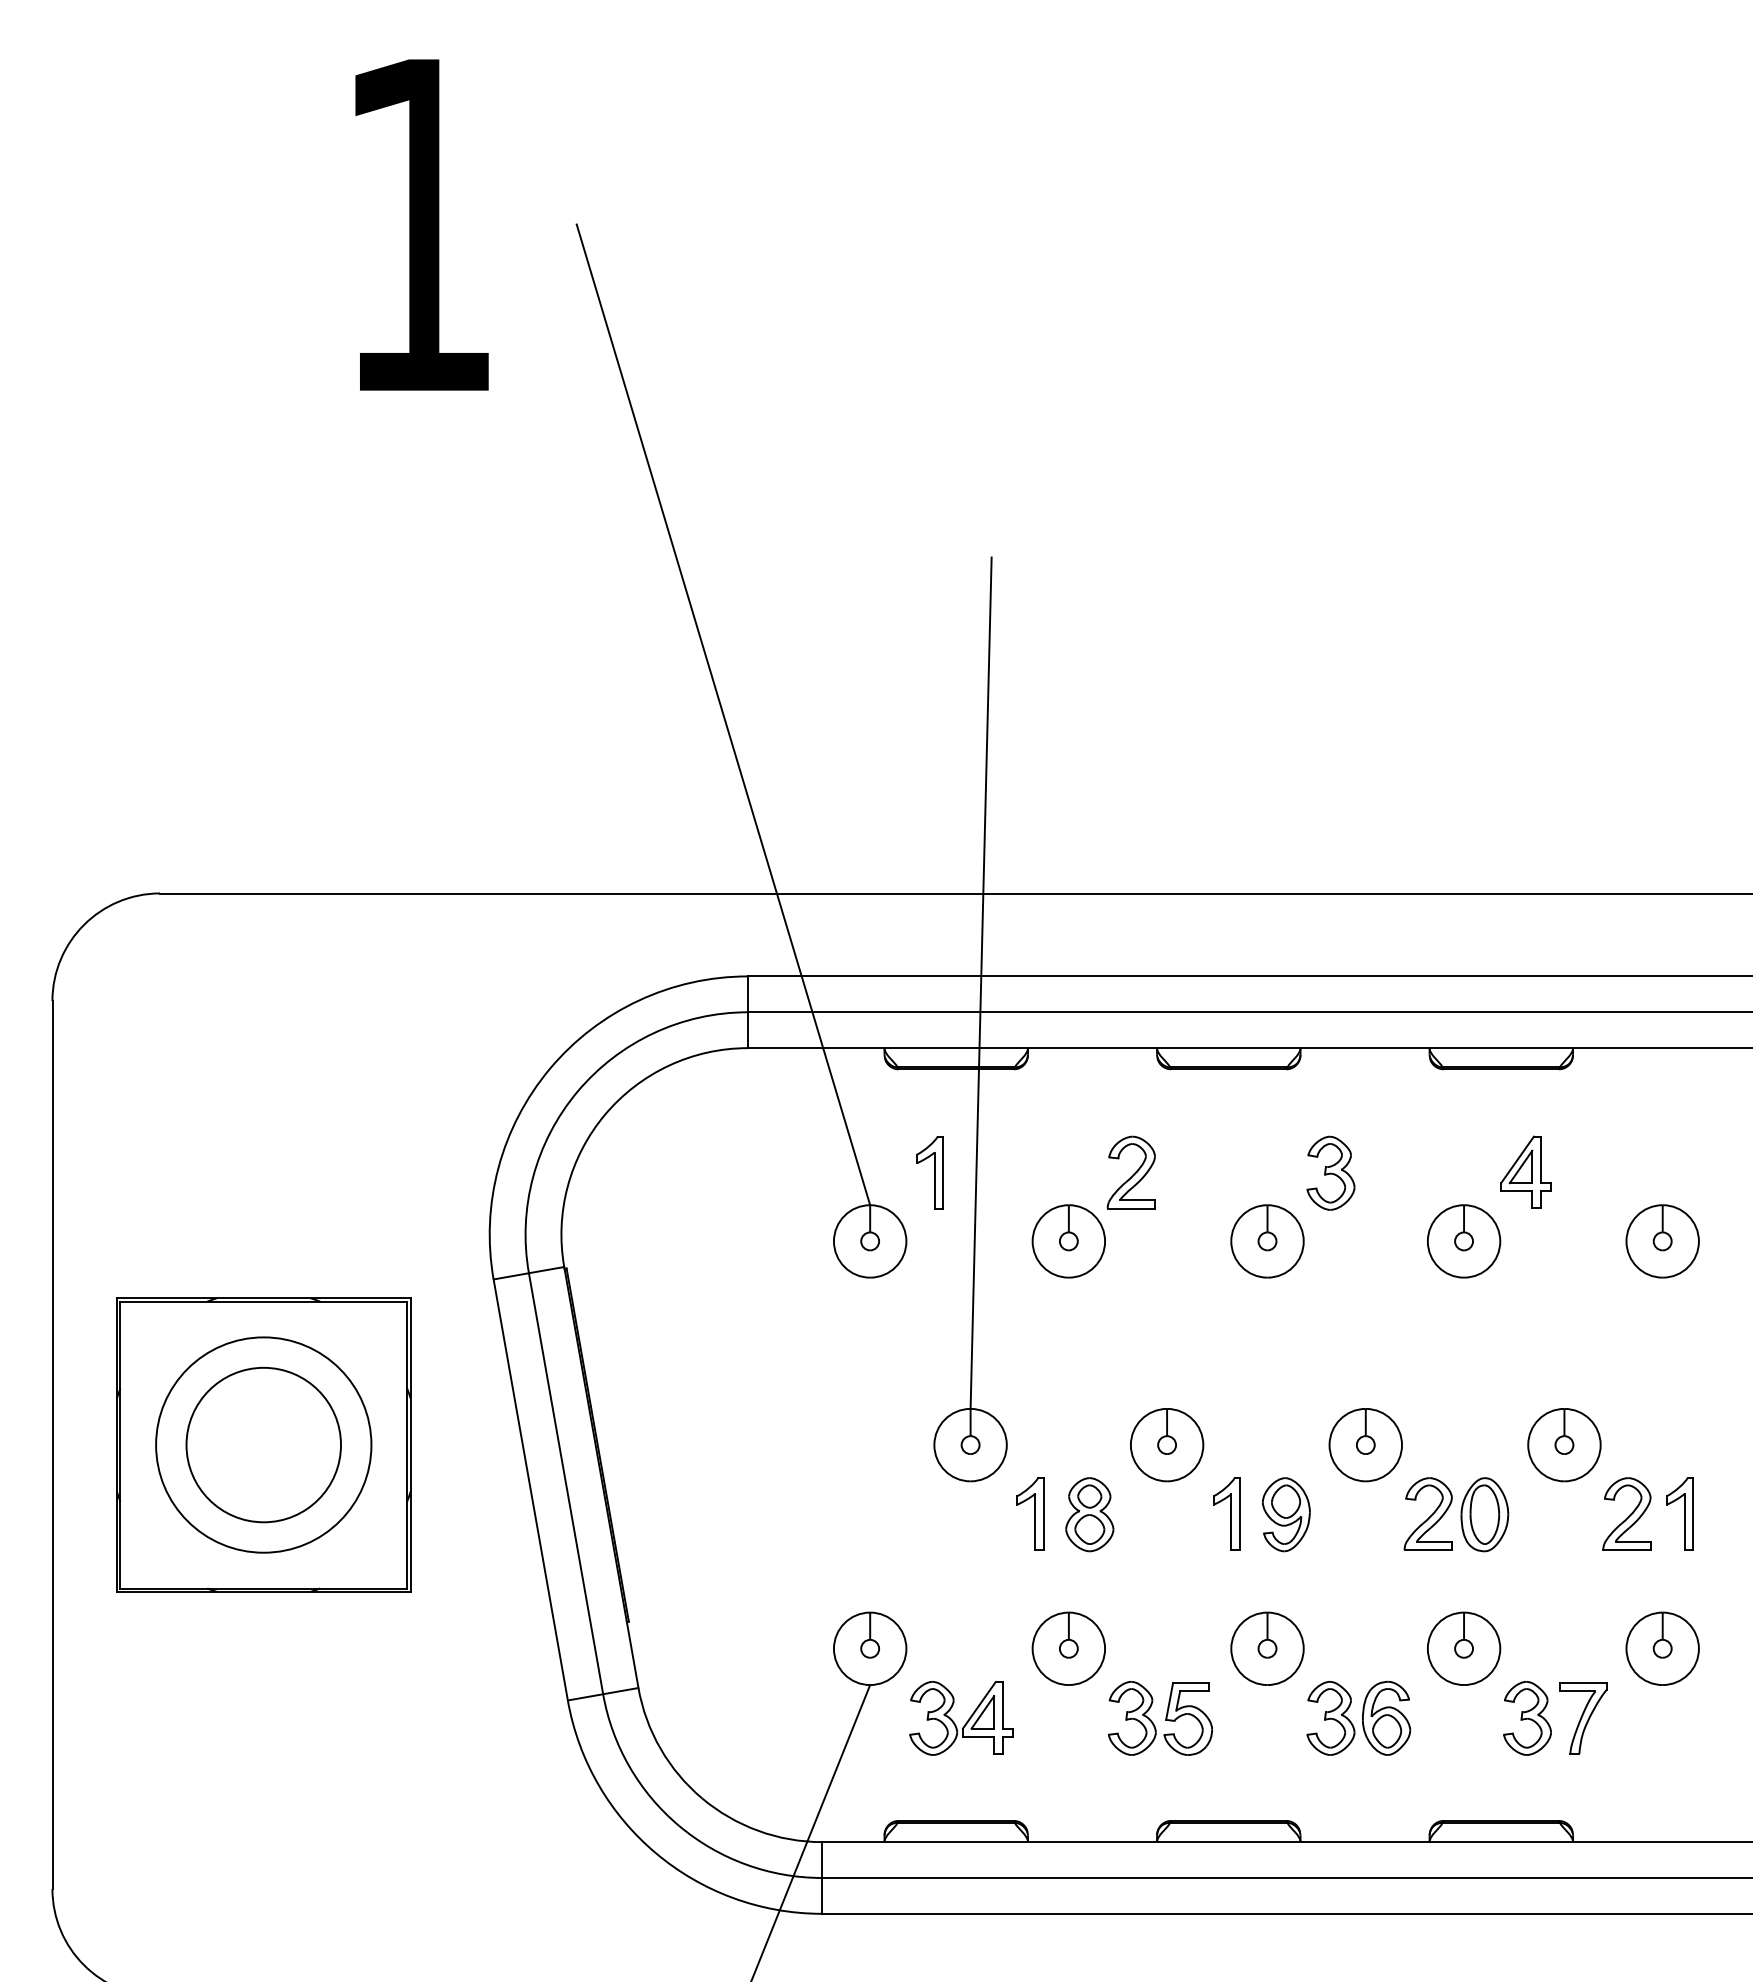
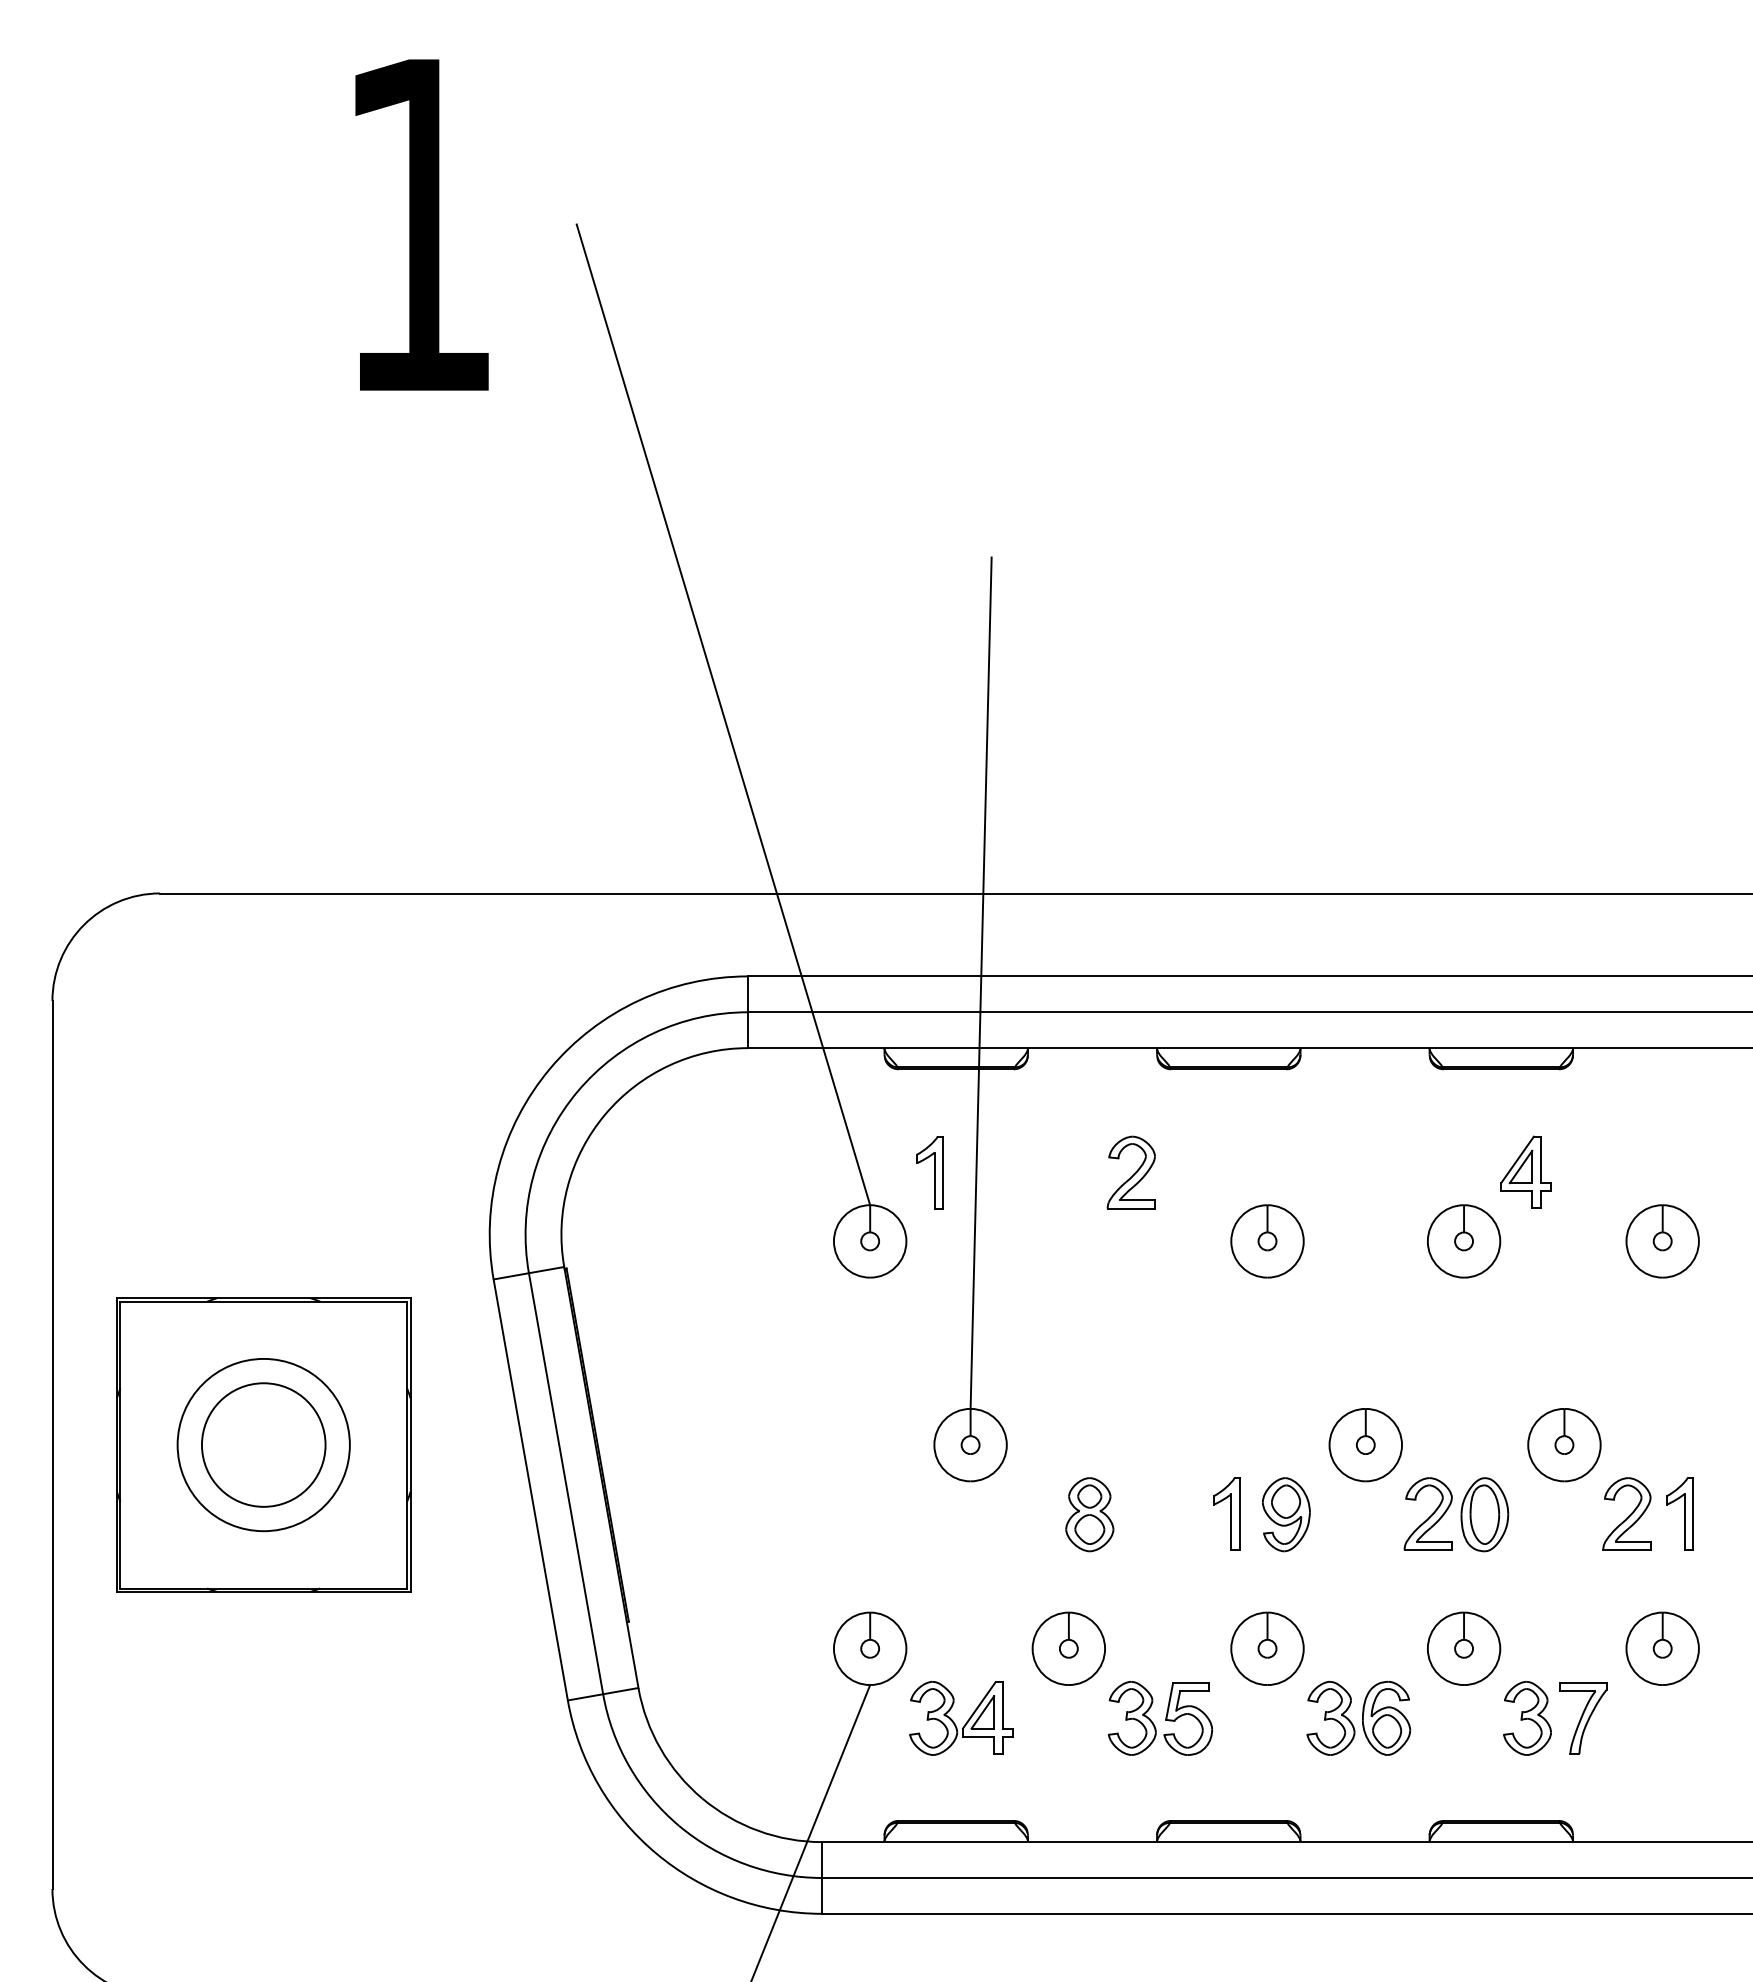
part at (1330, 1172): present -> none
part at (1068, 1241): present -> none
circle at (263, 1444) diameter: 154 px -> 124 px
circle at (263, 1444) diameter: 215 px -> 172 px
part at (1167, 1445): present -> none
part at (1030, 1513): present -> none
